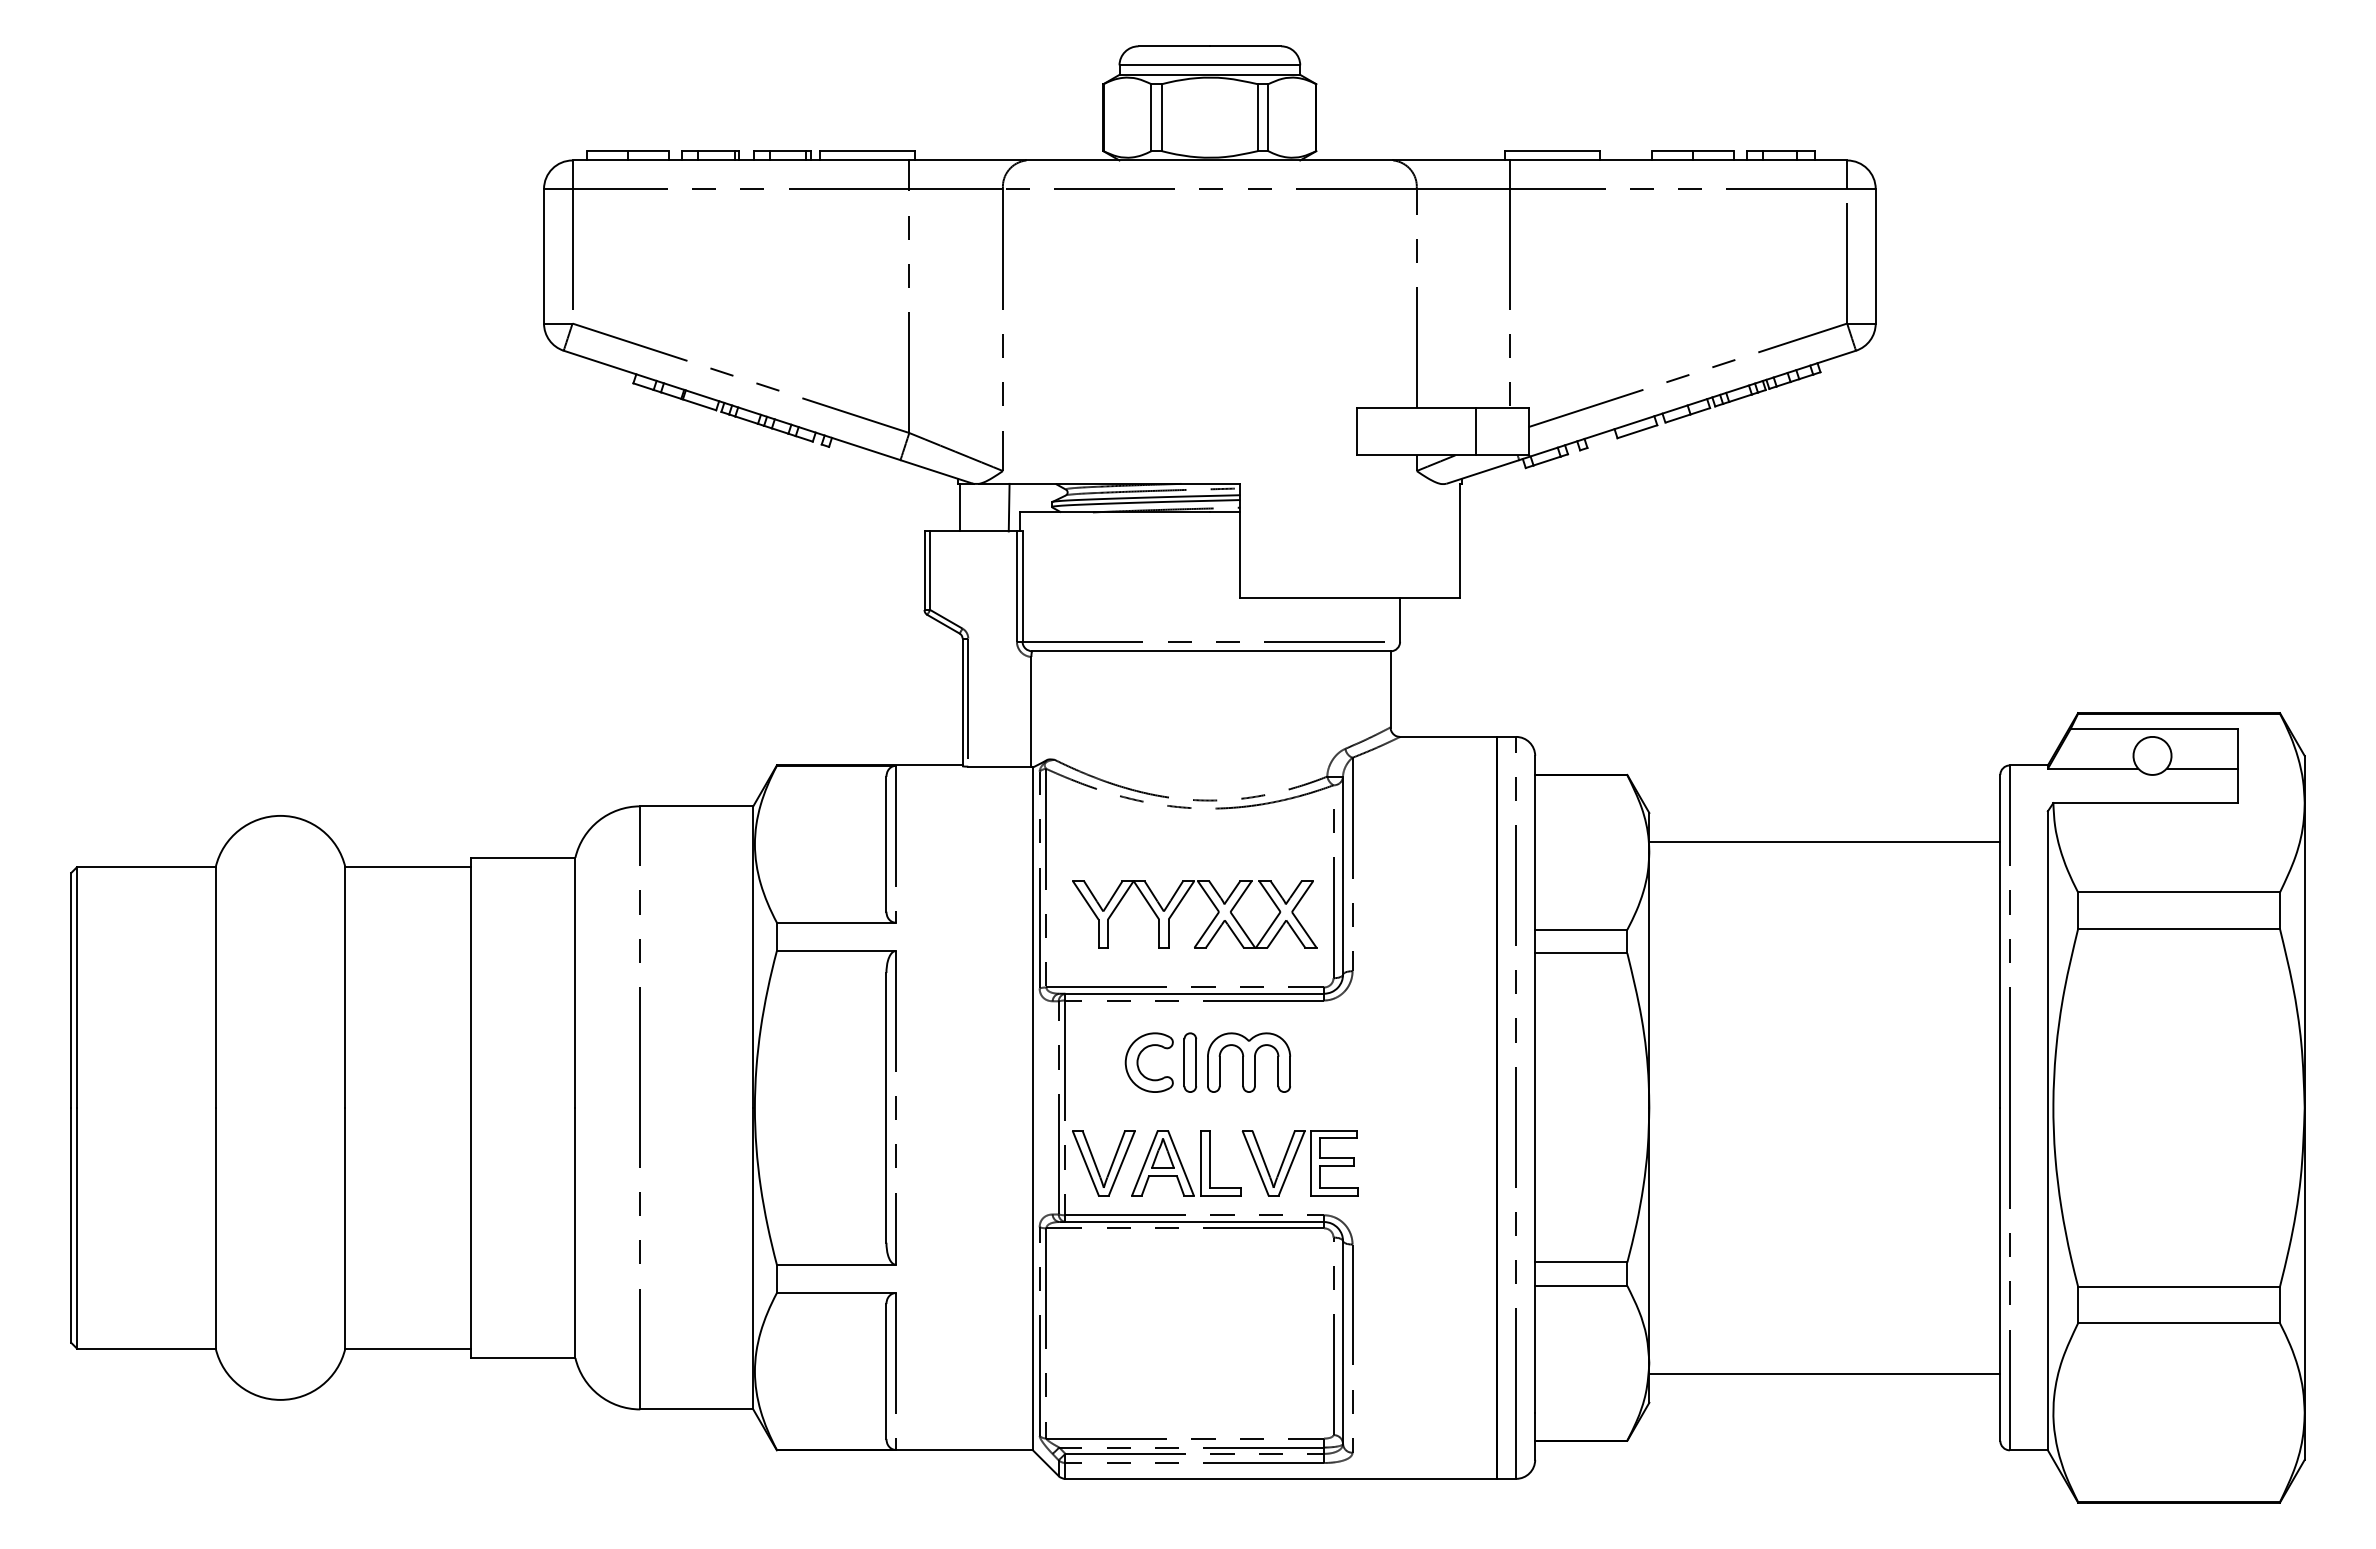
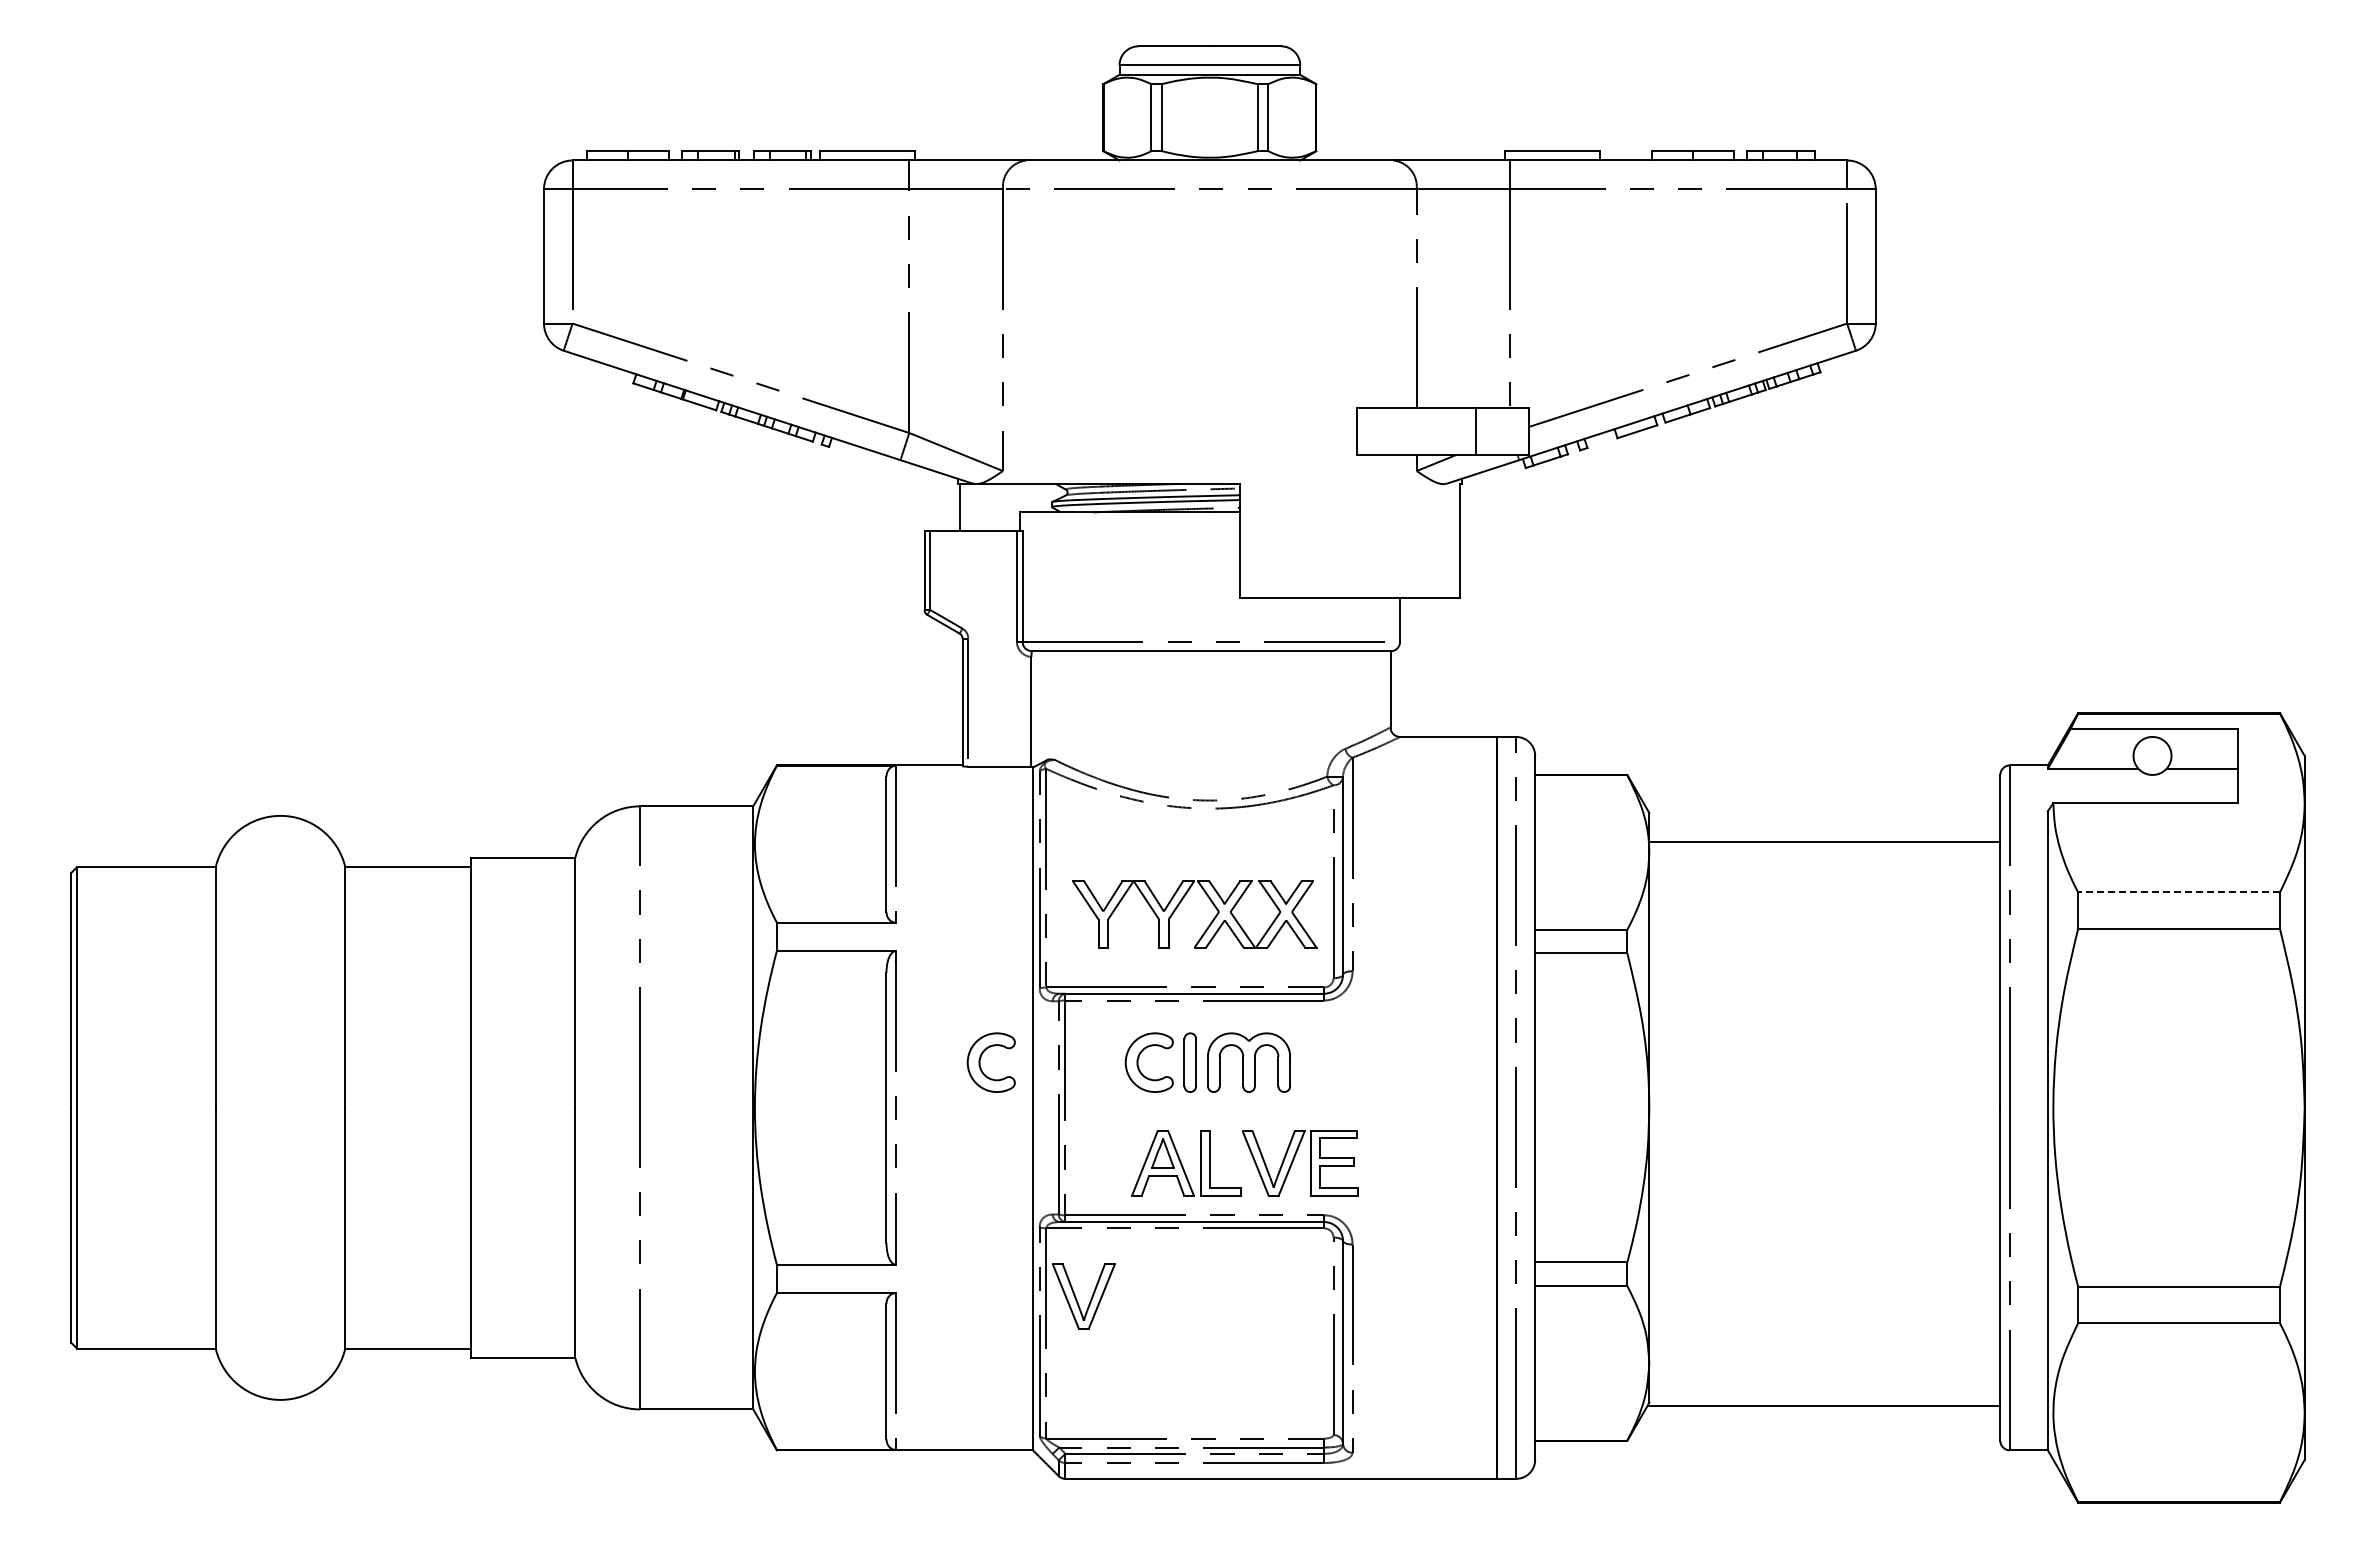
line at (1008, 507): present -> none
line at (2179, 892): solid -> dashed
part at (980, 1062): none -> present
part at (1097, 1166) position: (1097, 1166) -> (1077, 1299)
line at (1824, 1374) position: (1824, 1374) -> (1824, 1406)
